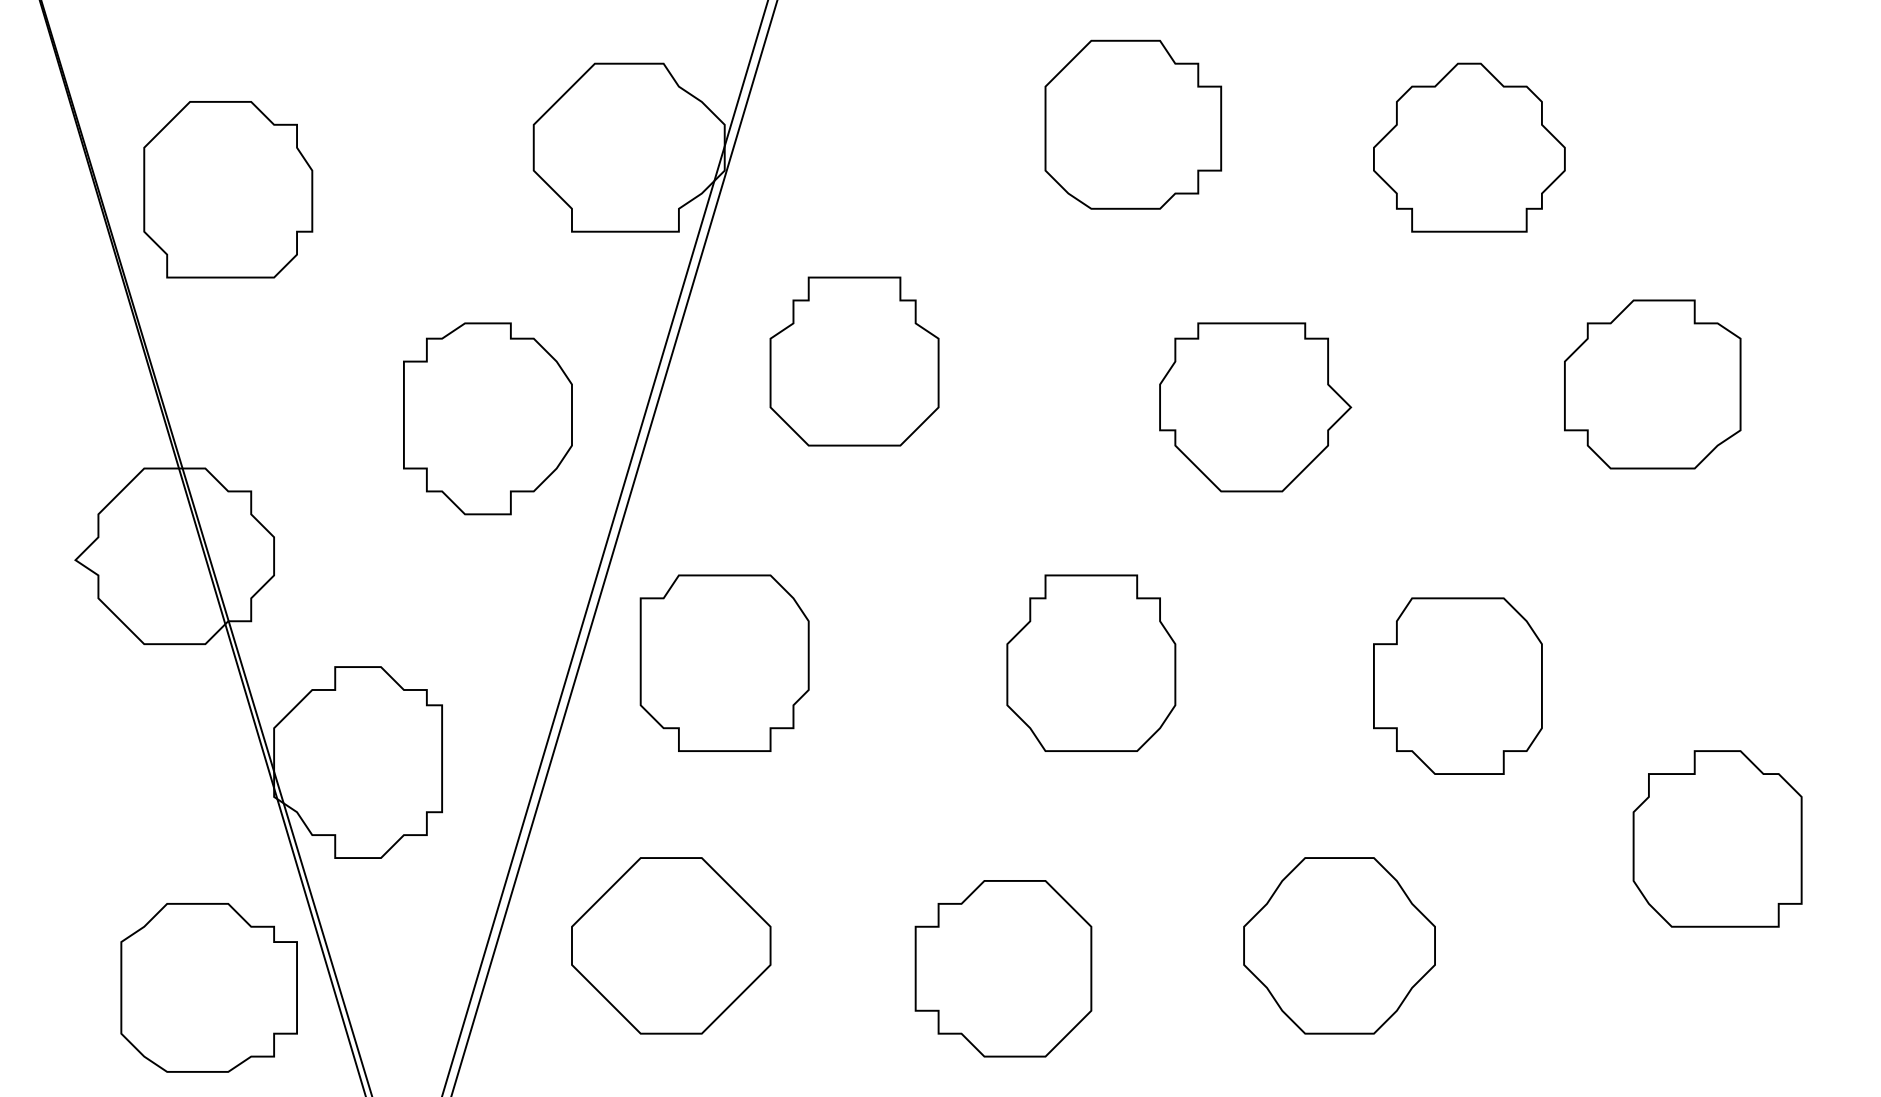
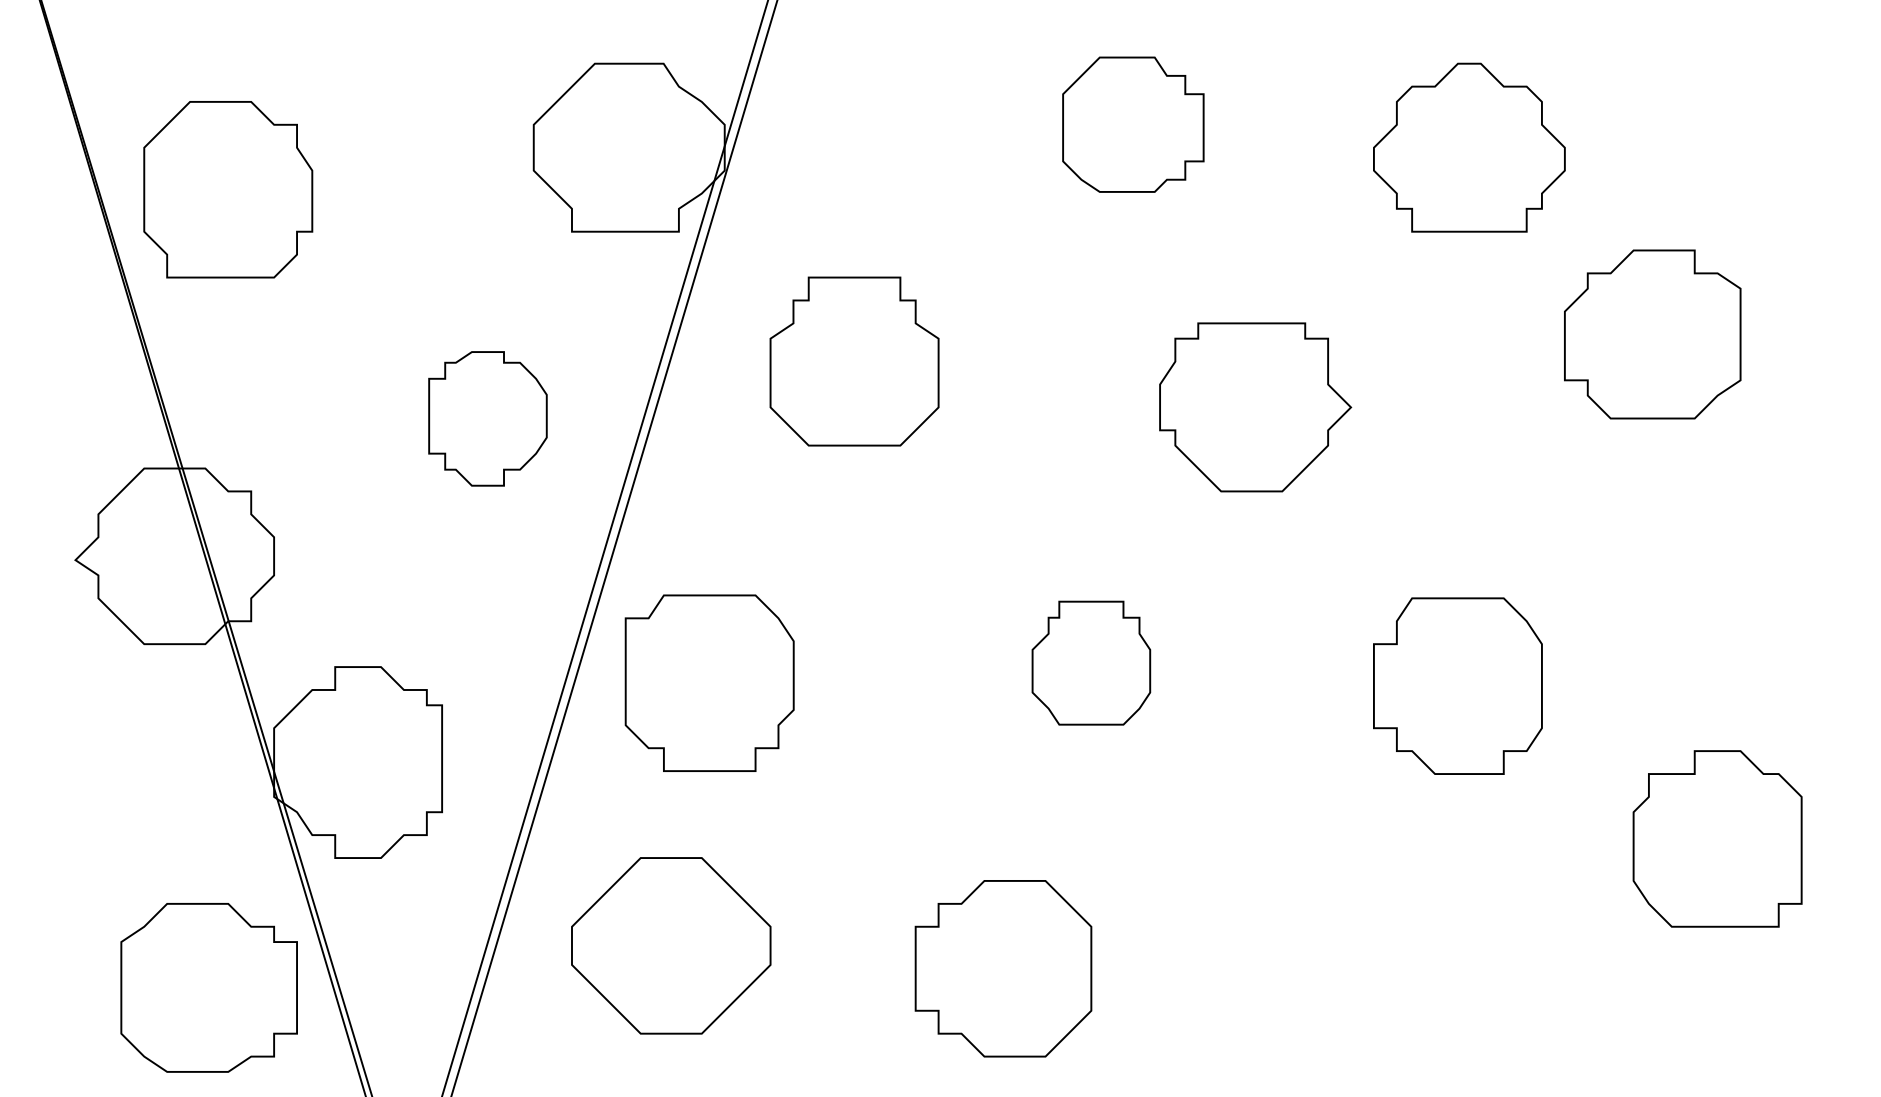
part at (1133, 124) size: 179x171 px -> 143x137 px
part at (1652, 384) position: (1652, 384) -> (1652, 334)
part at (487, 418) size: 170x194 px -> 120x136 px
part at (724, 662) position: (724, 662) -> (709, 682)
part at (1091, 662) size: 171x178 px -> 121x126 px
part at (1339, 945): present -> none
